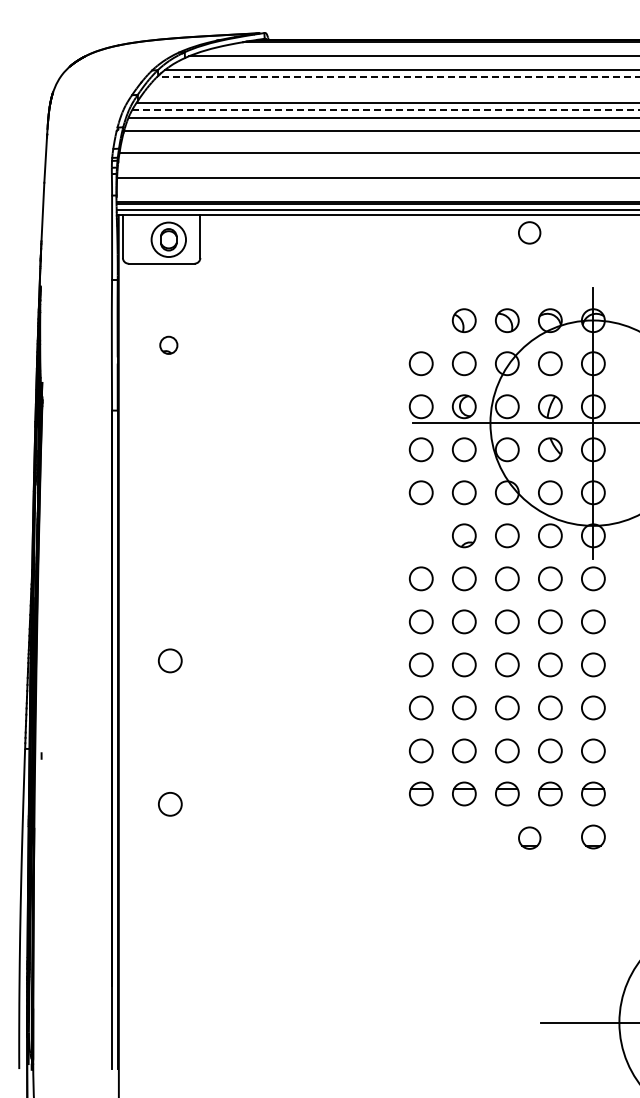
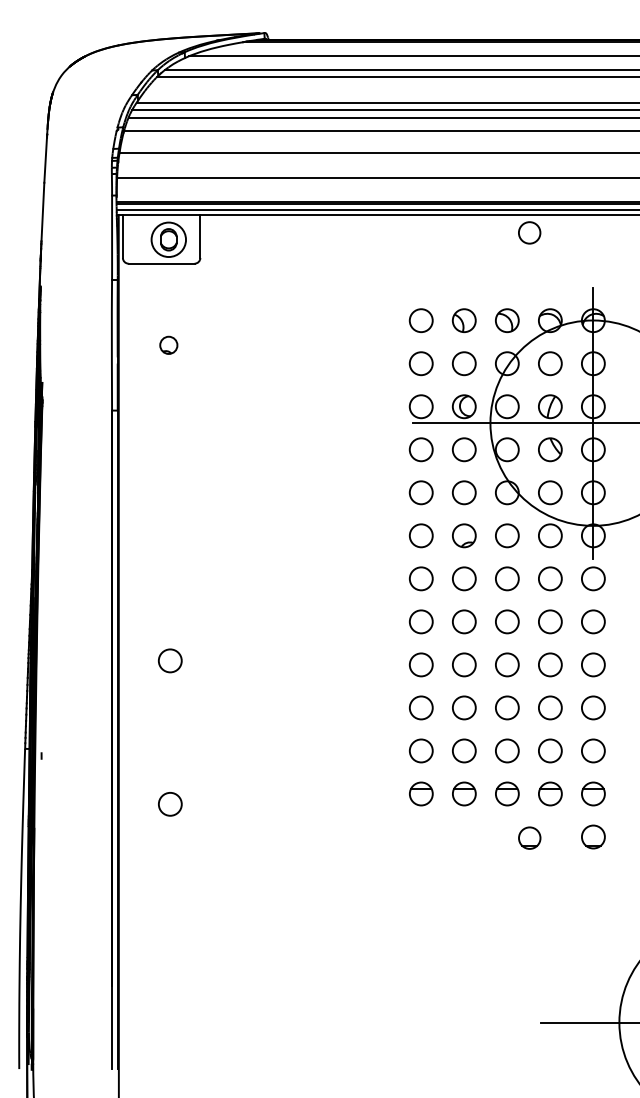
line at (398, 76): dashed -> solid
line at (385, 109): dashed -> solid
circle at (420, 320): none -> present
circle at (420, 535): none -> present
